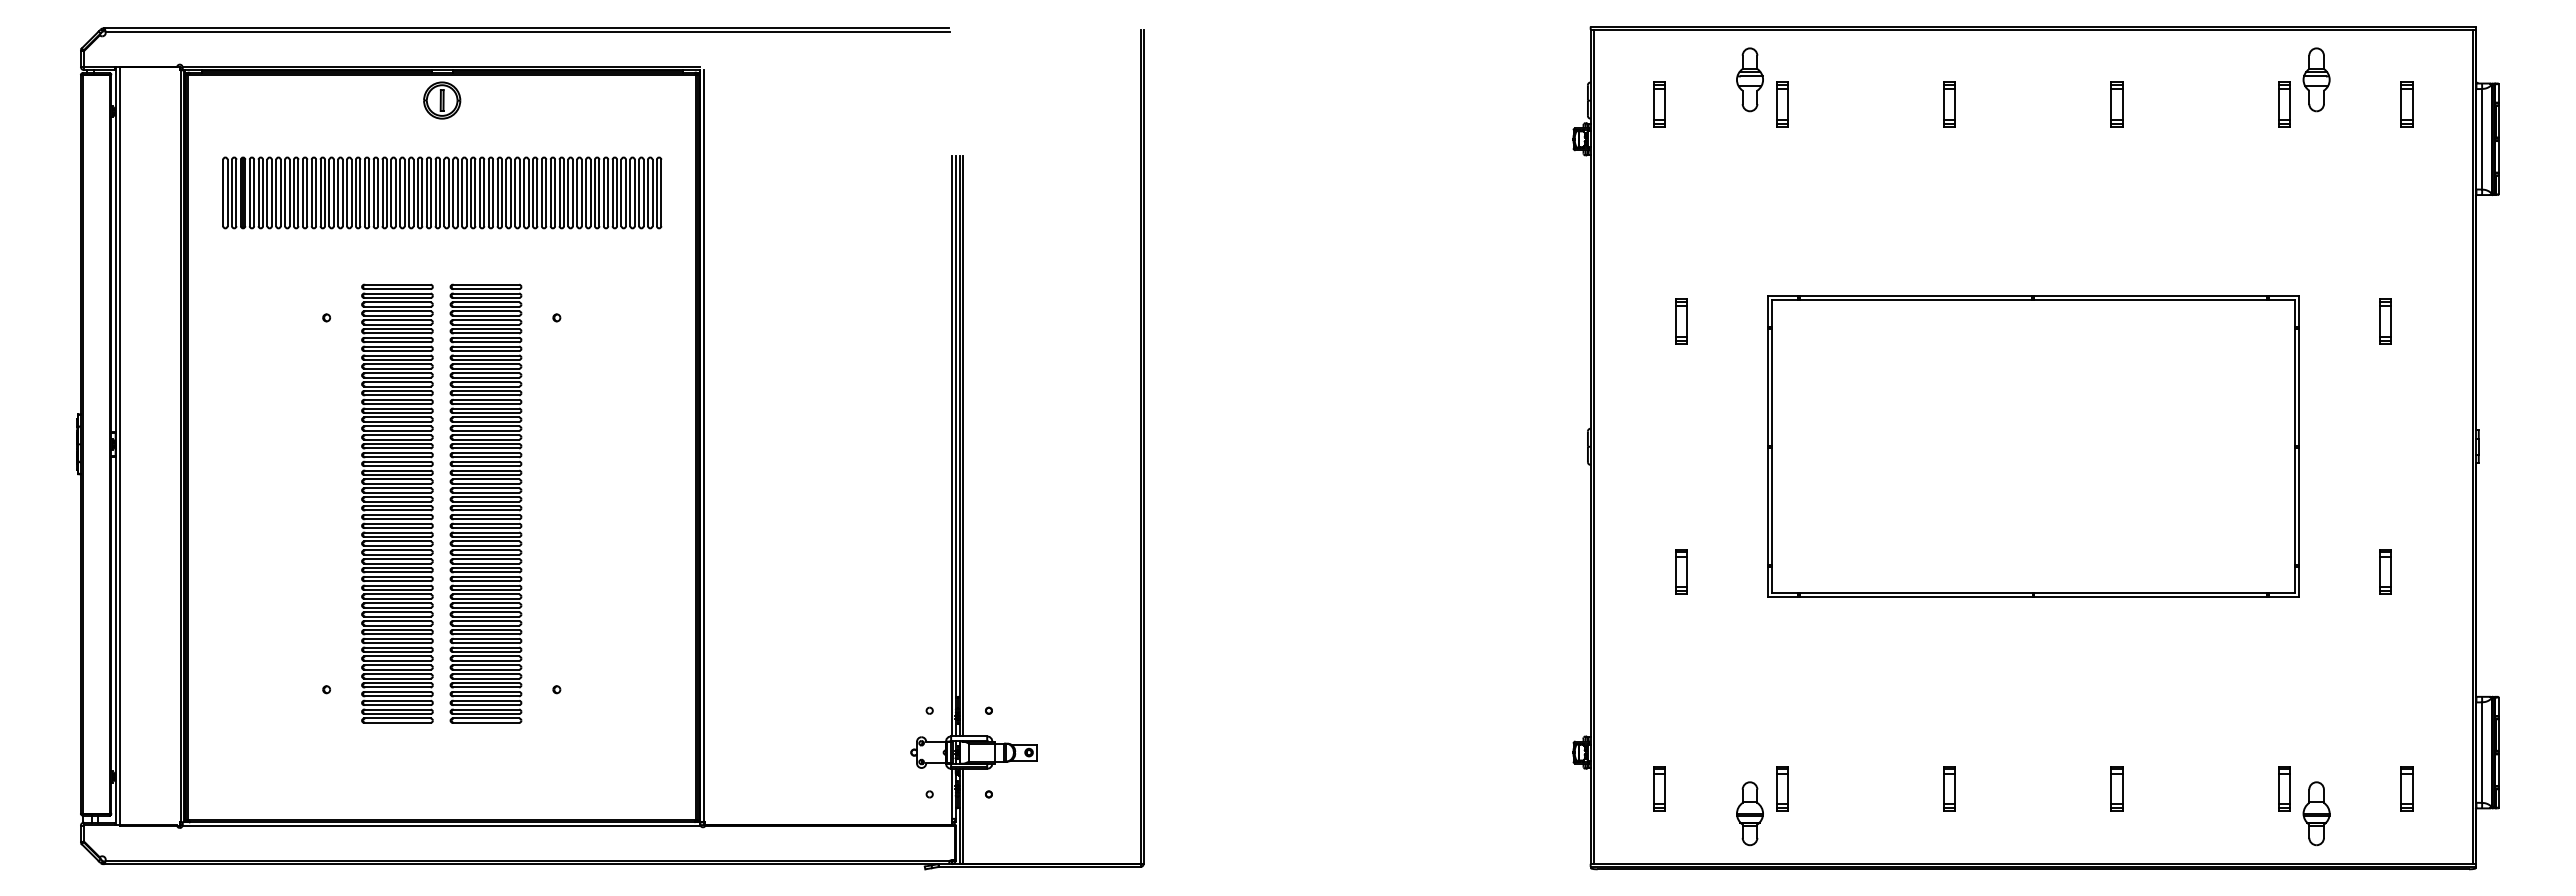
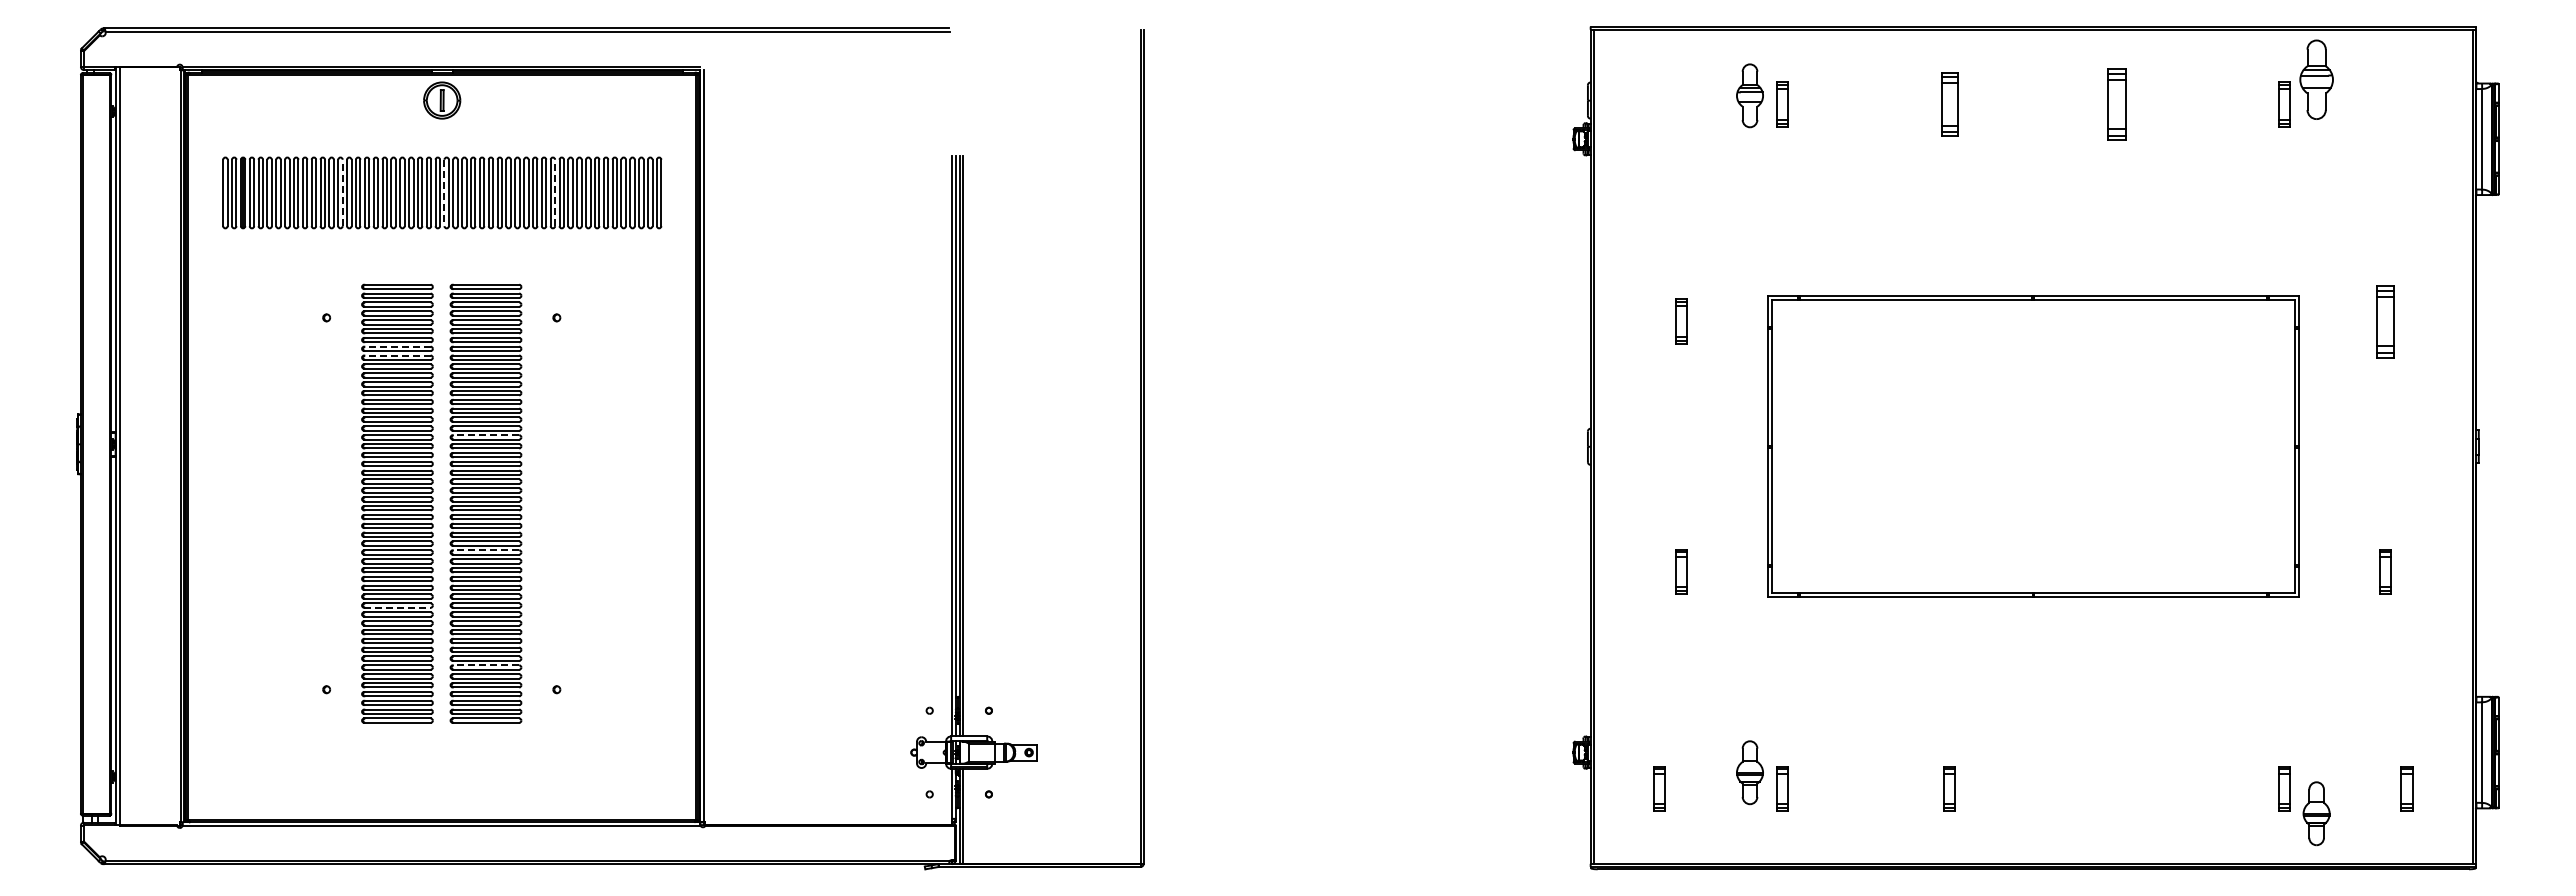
part at (1749, 79) position: (1749, 79) -> (1749, 95)
part at (2316, 79) size: 29x66 px -> 35x81 px
part at (1659, 104): present -> none
part at (1949, 104) size: 13x47 px -> 18x65 px
part at (2116, 104) size: 14x47 px -> 20x73 px
part at (2406, 104): present -> none
line at (342, 192): solid -> dashed
line at (555, 192): solid -> dashed
line at (444, 193): solid -> dashed
part at (2385, 321) size: 13x47 px -> 19x74 px
line at (396, 346): solid -> dashed
line at (396, 355): solid -> dashed
line at (485, 435): solid -> dashed
line at (485, 550): solid -> dashed
line at (397, 607): solid -> dashed
line at (485, 665): solid -> dashed
part at (2116, 788): present -> none
part at (1749, 813) position: (1749, 813) -> (1749, 772)
